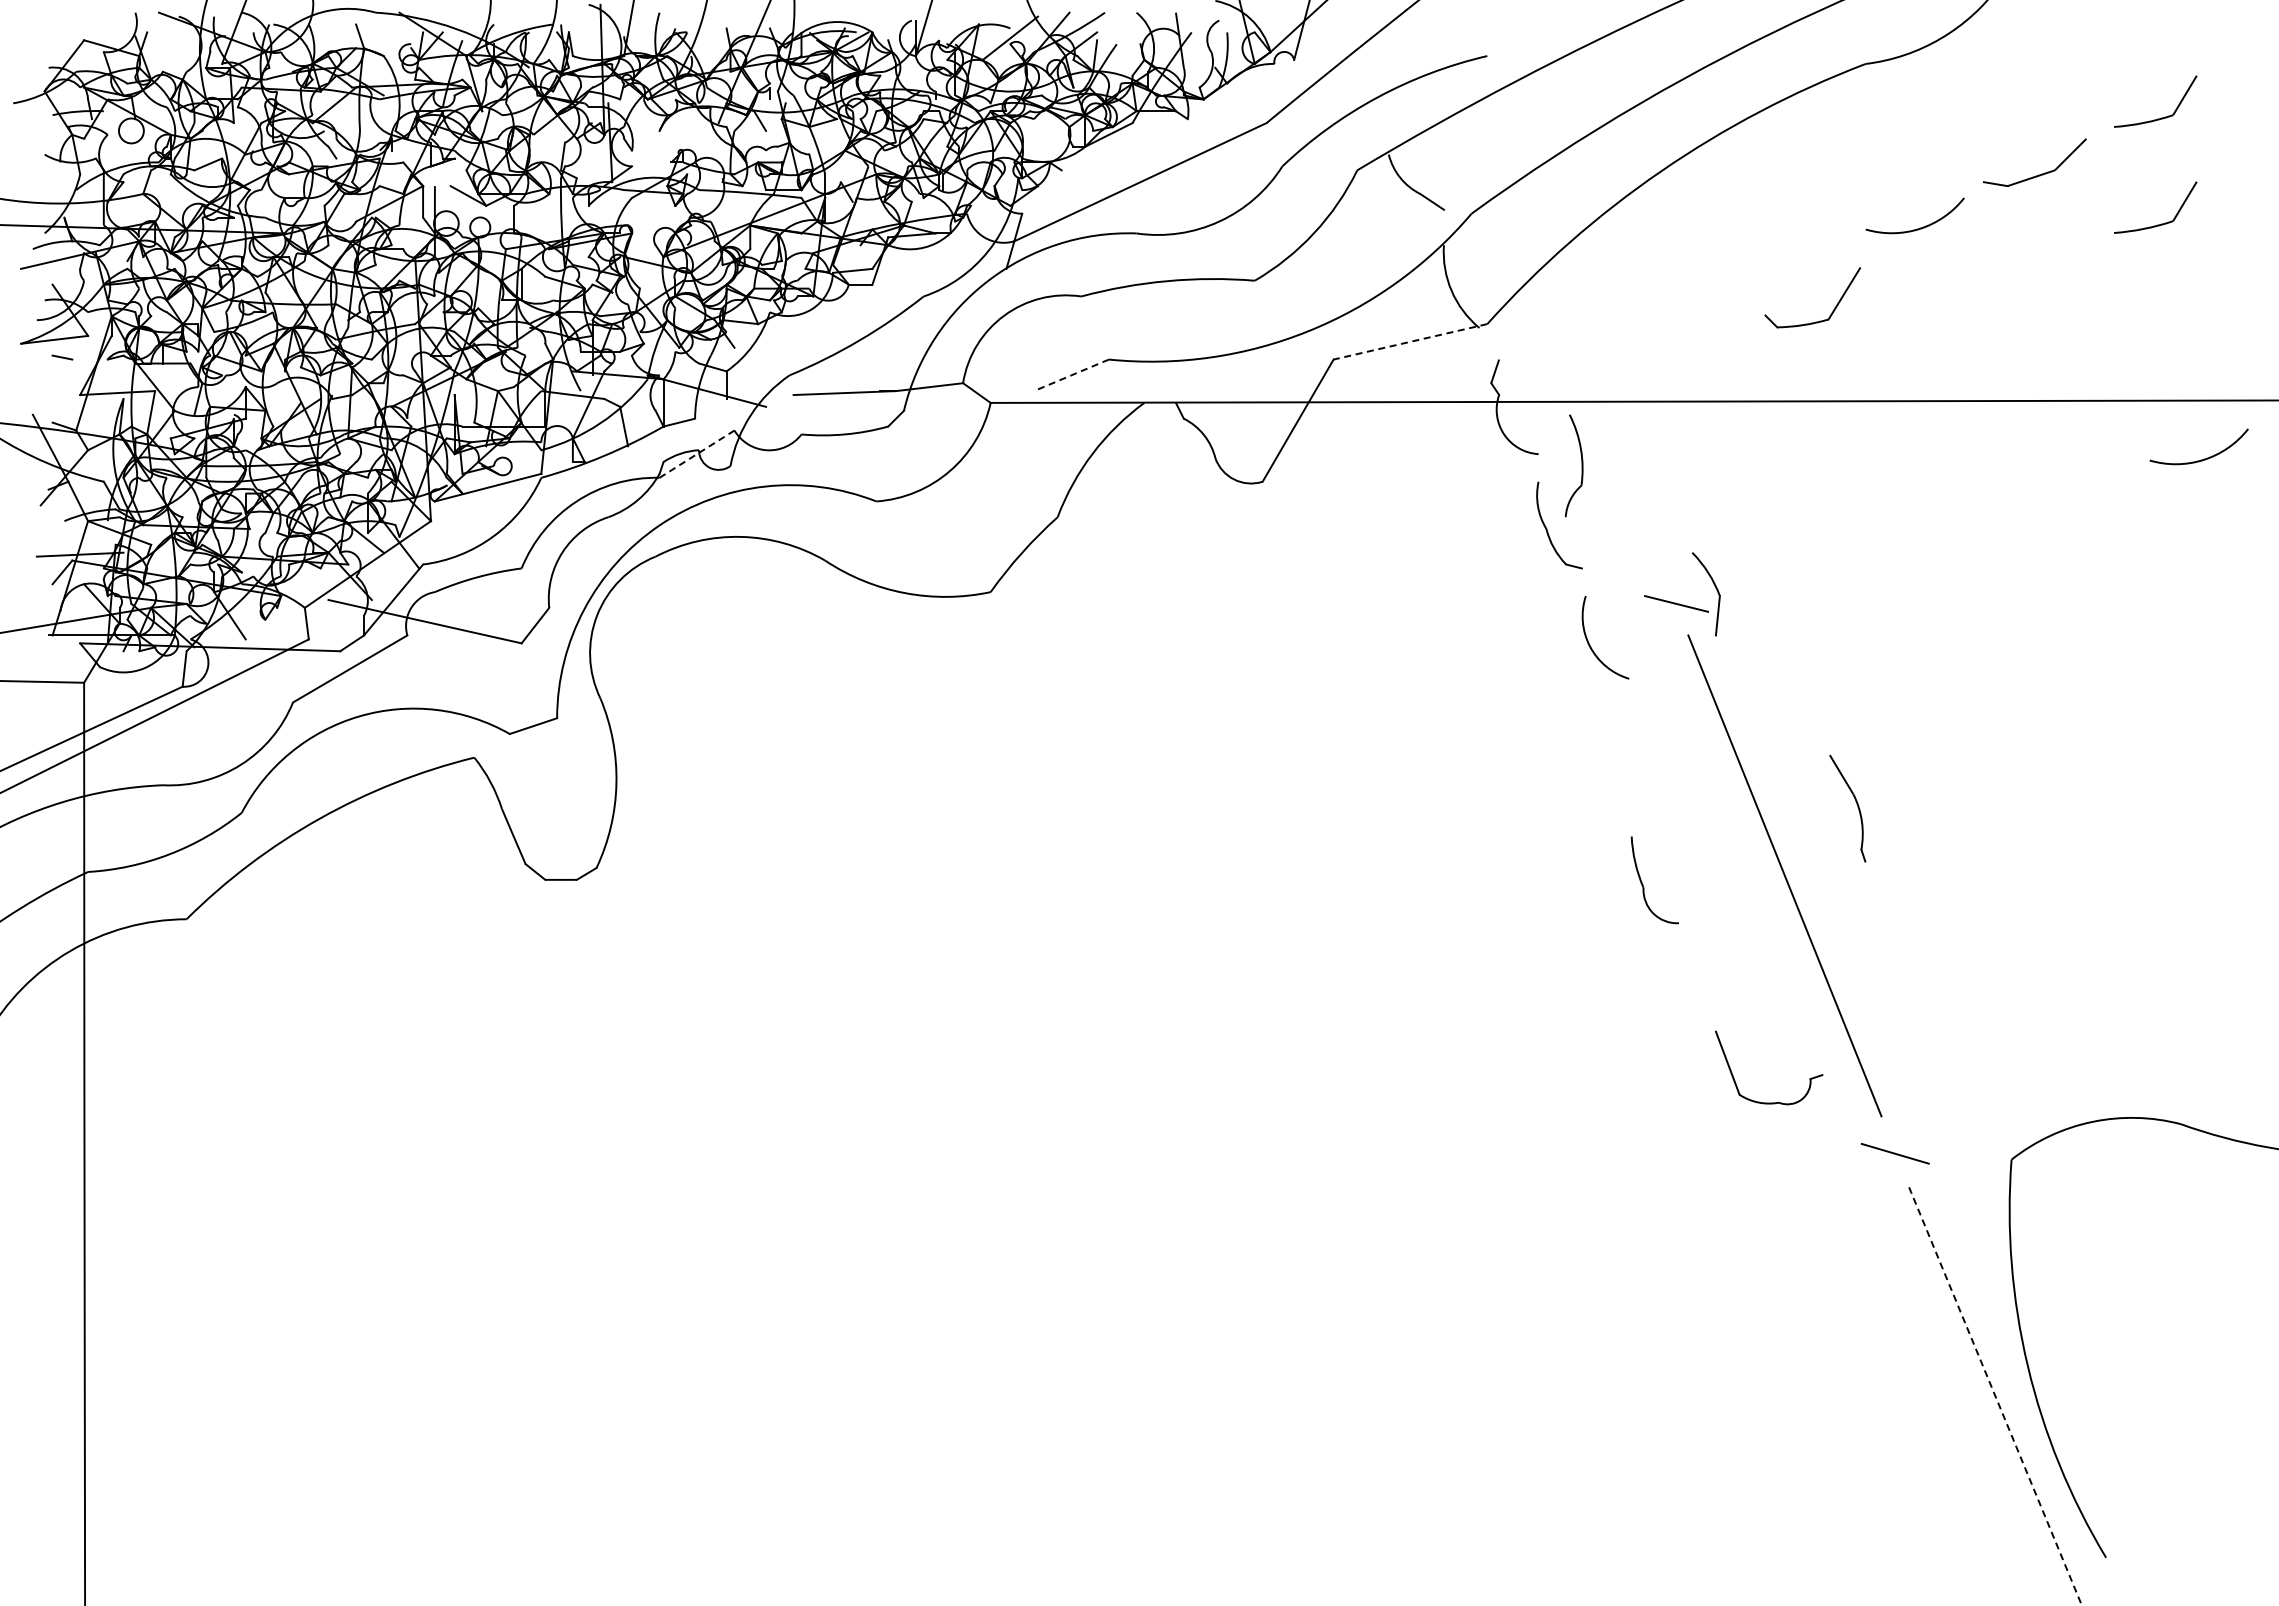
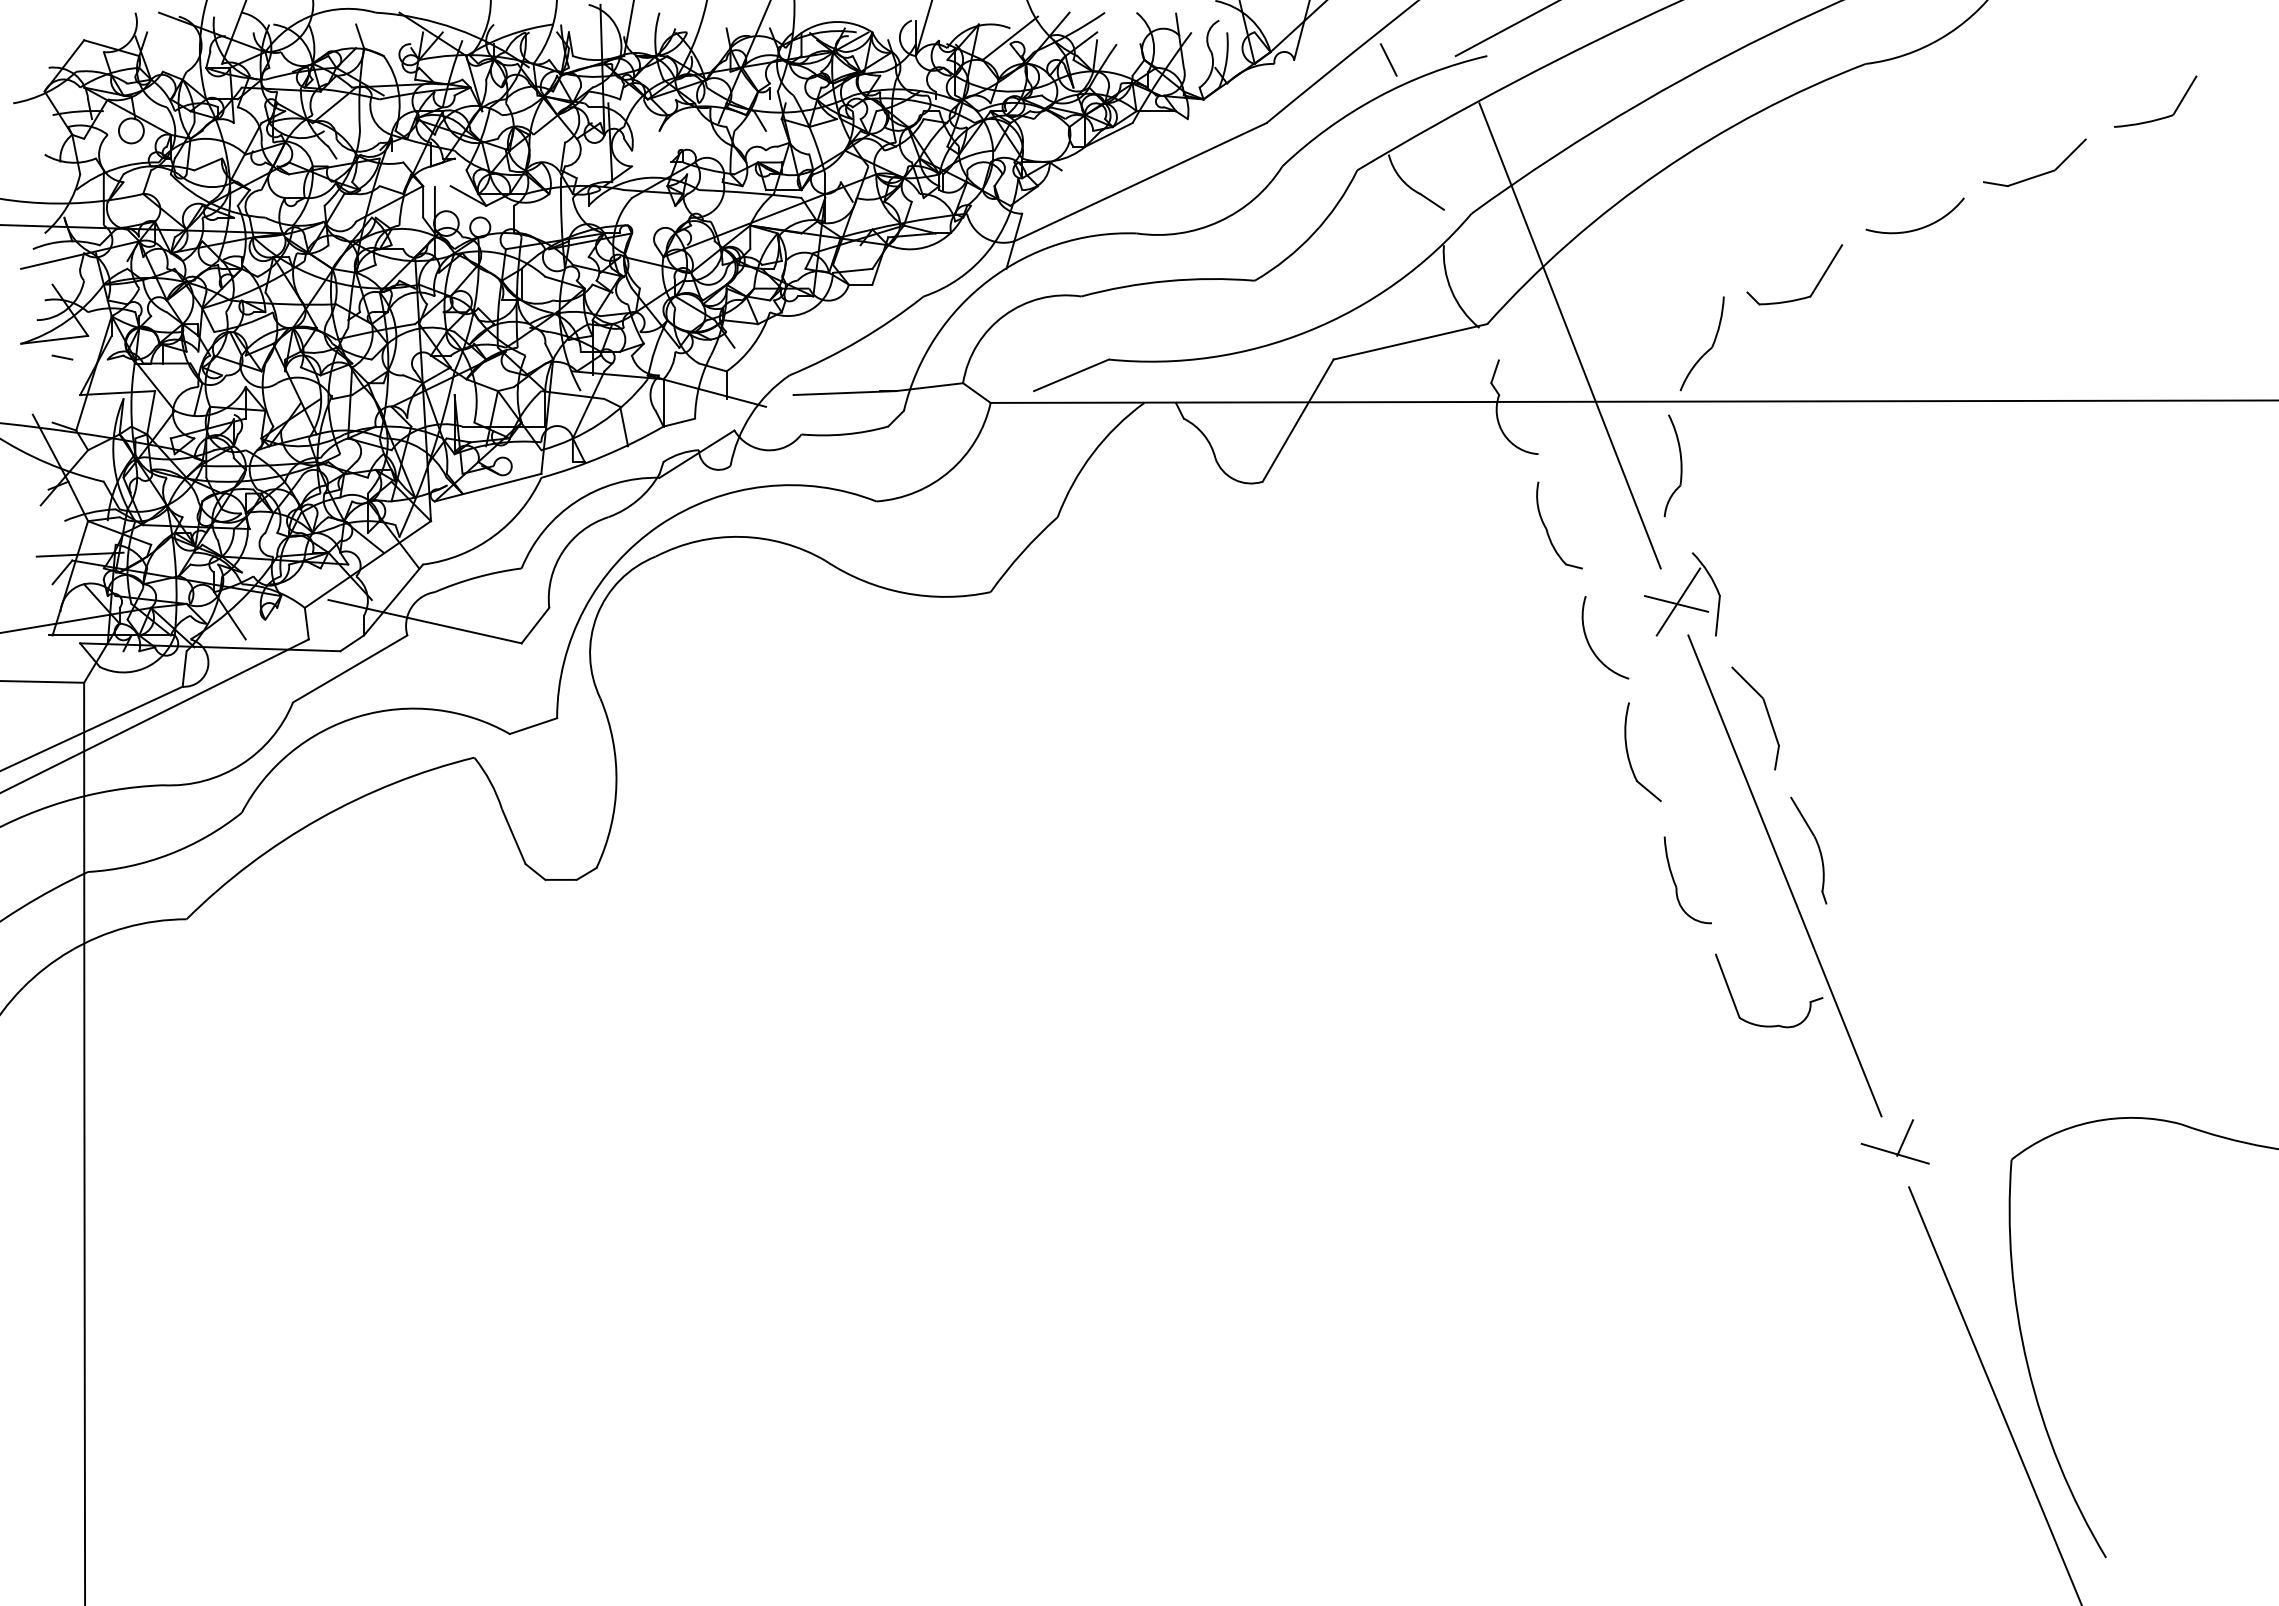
line at (1505, 29): none -> present
line at (1388, 59): none -> present
part at (2161, 223): present -> none
part at (1834, 307) position: (1834, 307) -> (1816, 284)
line at (1569, 335): none -> present
line at (1410, 341): dashed -> solid
part at (1708, 349): none -> present
line at (1071, 375): dashed -> solid
line at (697, 453): dashed -> solid
arc at (2201, 459): present -> none
part at (1581, 465) position: (1581, 465) -> (1680, 465)
line at (1678, 601): none -> present
part at (1767, 715): none -> present
part at (1628, 751): none -> present
part at (1856, 804) position: (1856, 804) -> (1817, 846)
part at (1643, 884) position: (1643, 884) -> (1676, 884)
part at (1769, 1102) position: (1769, 1102) -> (1769, 1025)
line at (1905, 1137): none -> present
line at (1995, 1396): dashed -> solid
